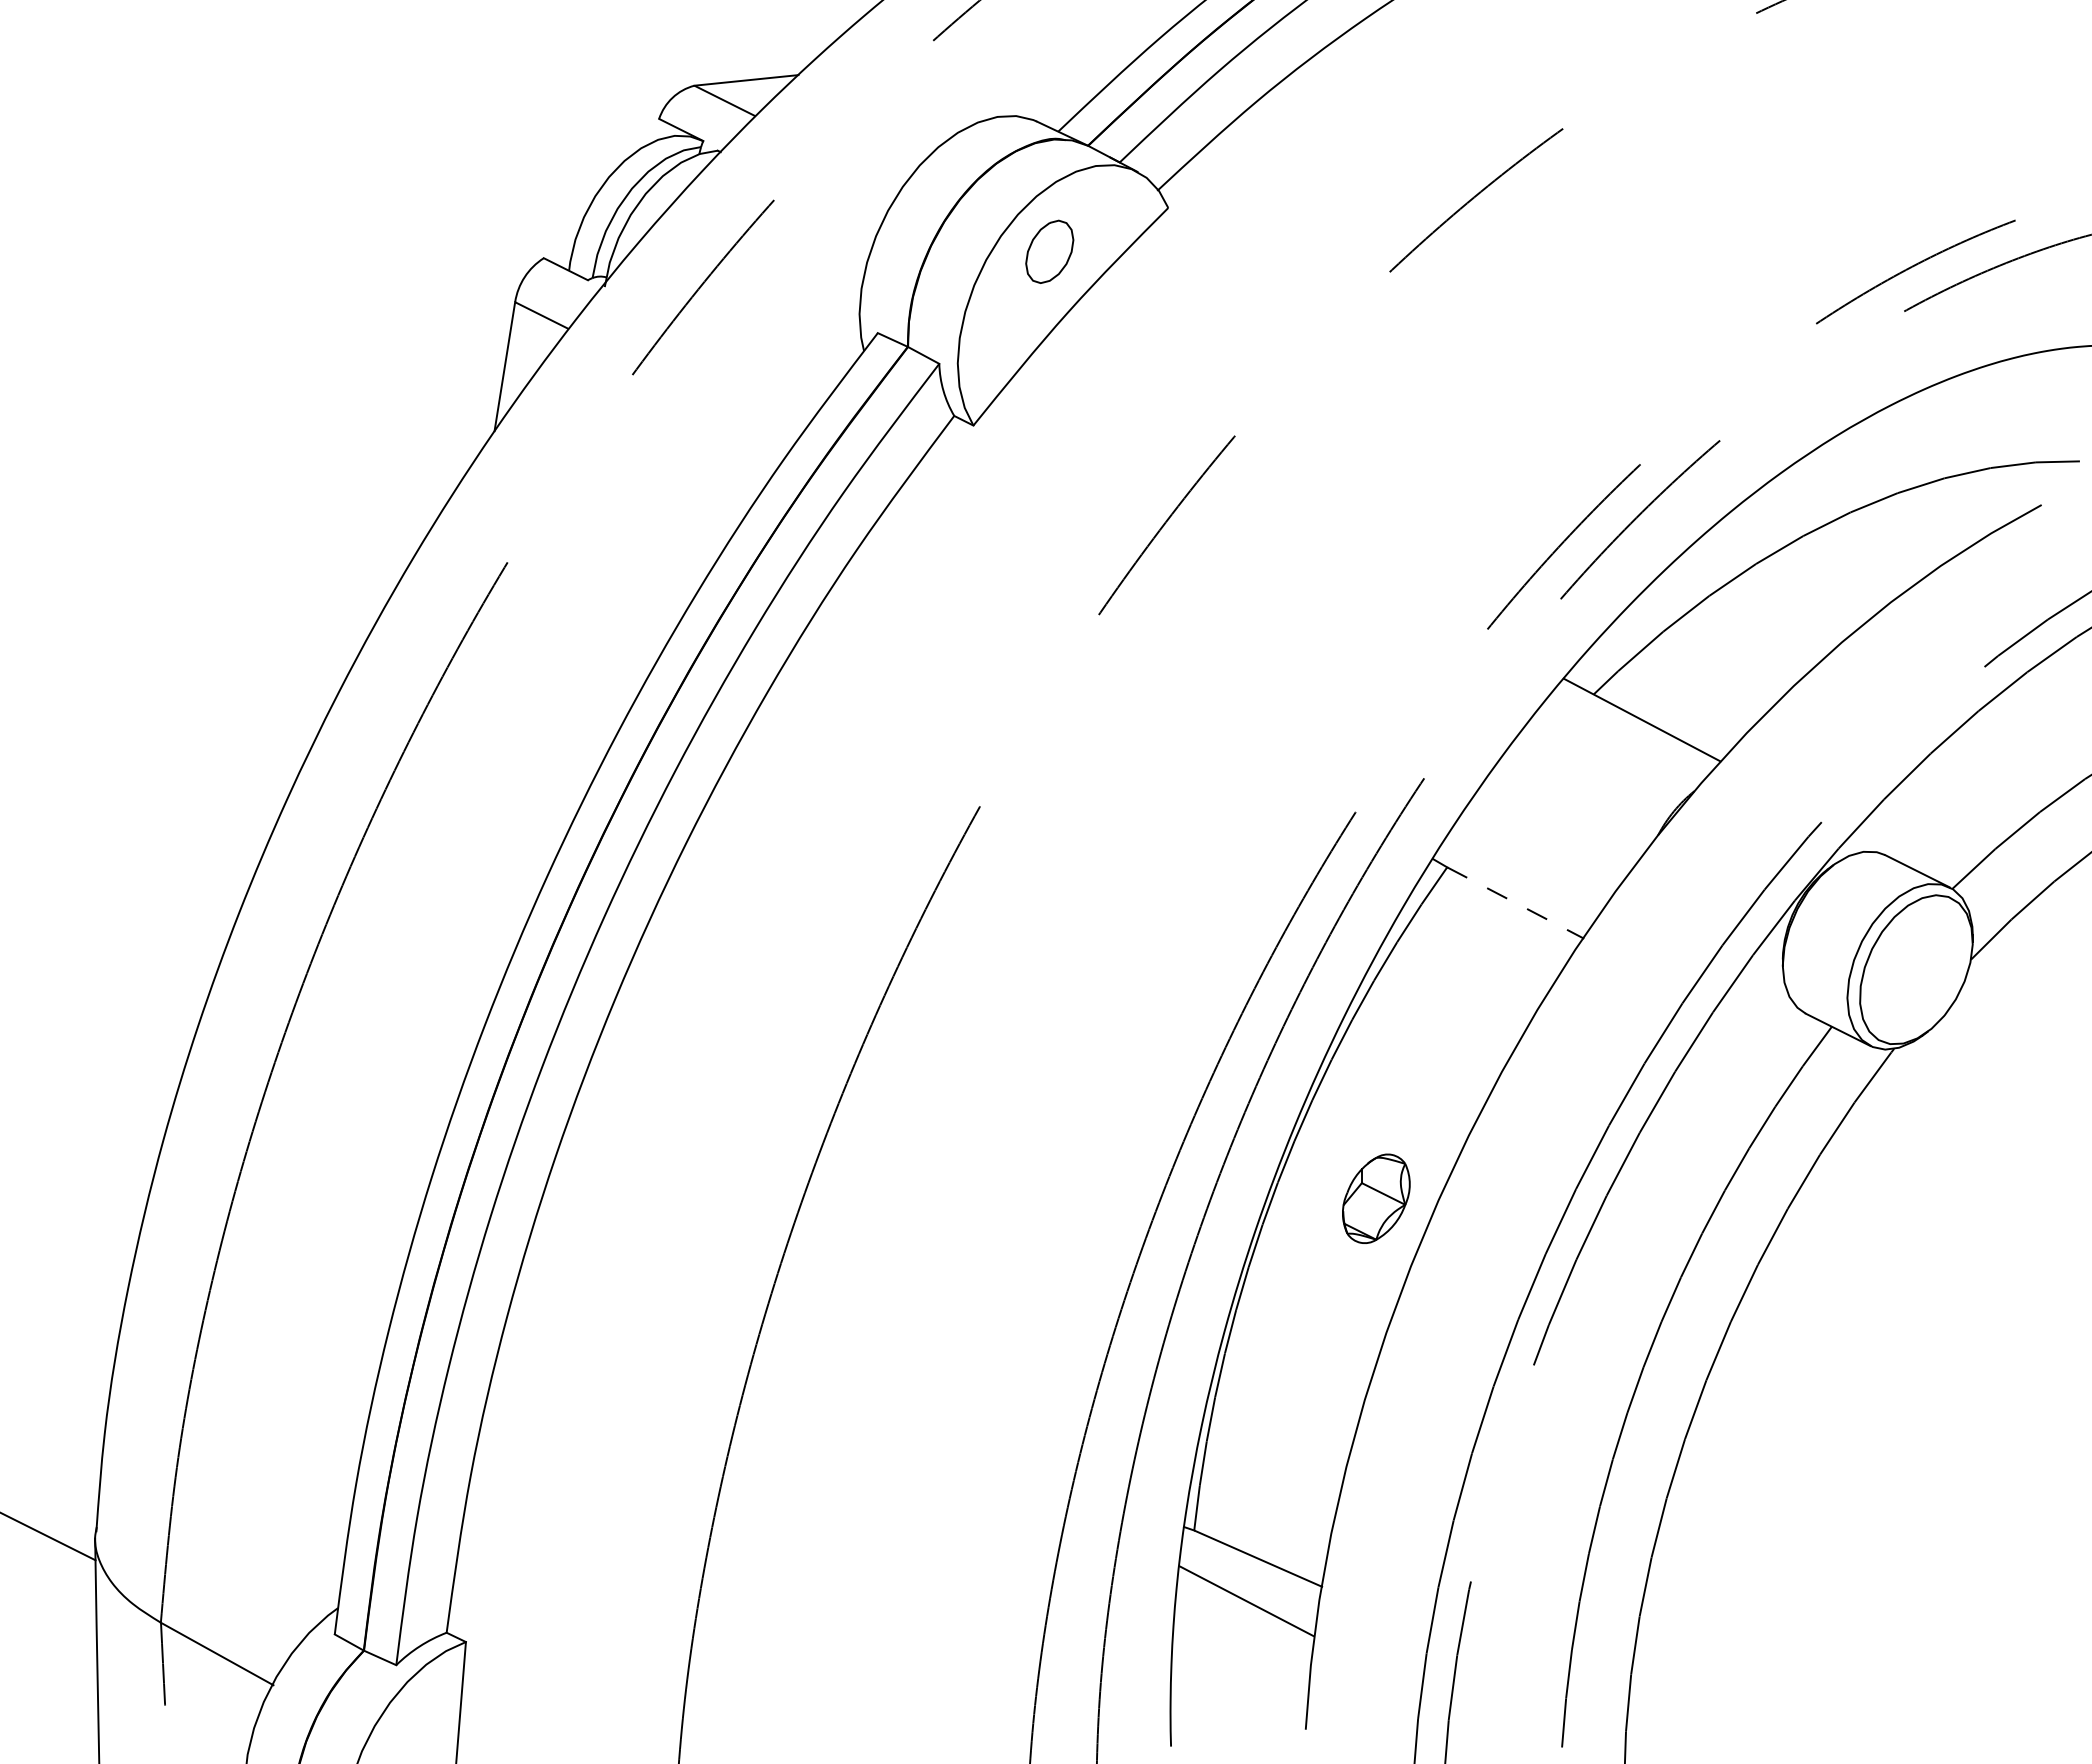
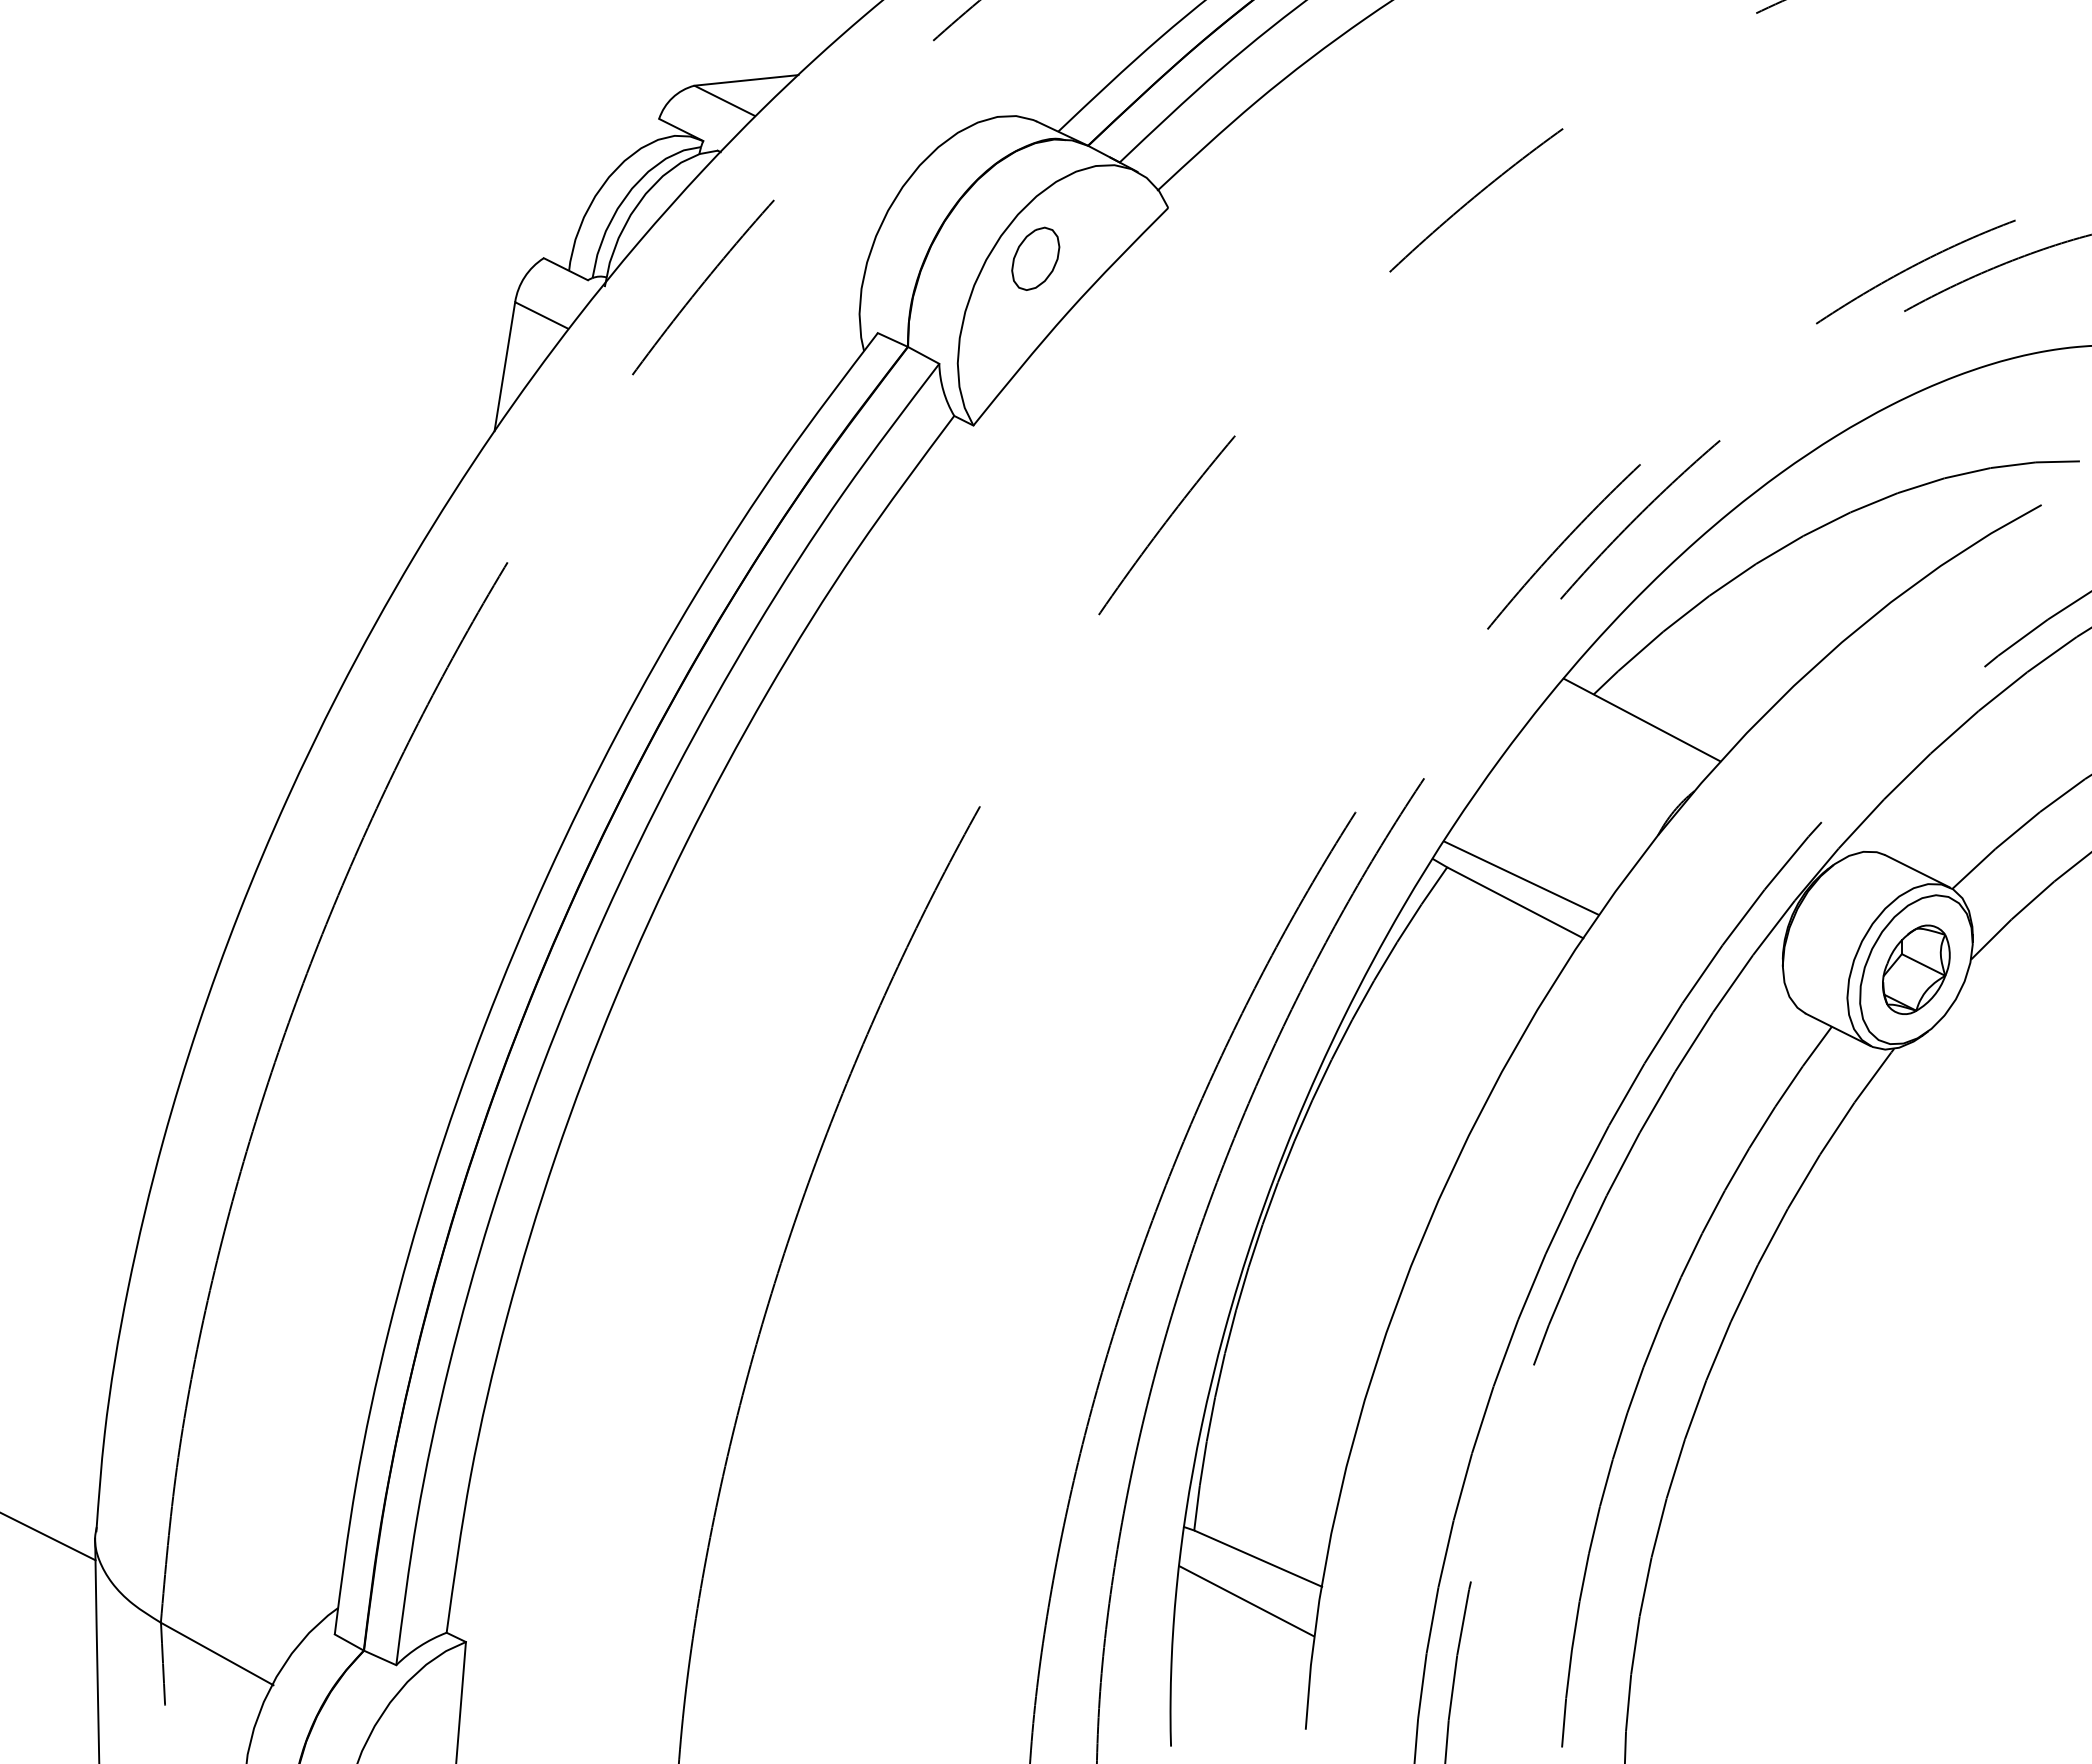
part at (1049, 251) position: (1049, 251) -> (1035, 258)
line at (1520, 877): none -> present
line at (1516, 903): dashed -> solid
part at (1376, 1198) position: (1376, 1198) -> (1916, 969)
